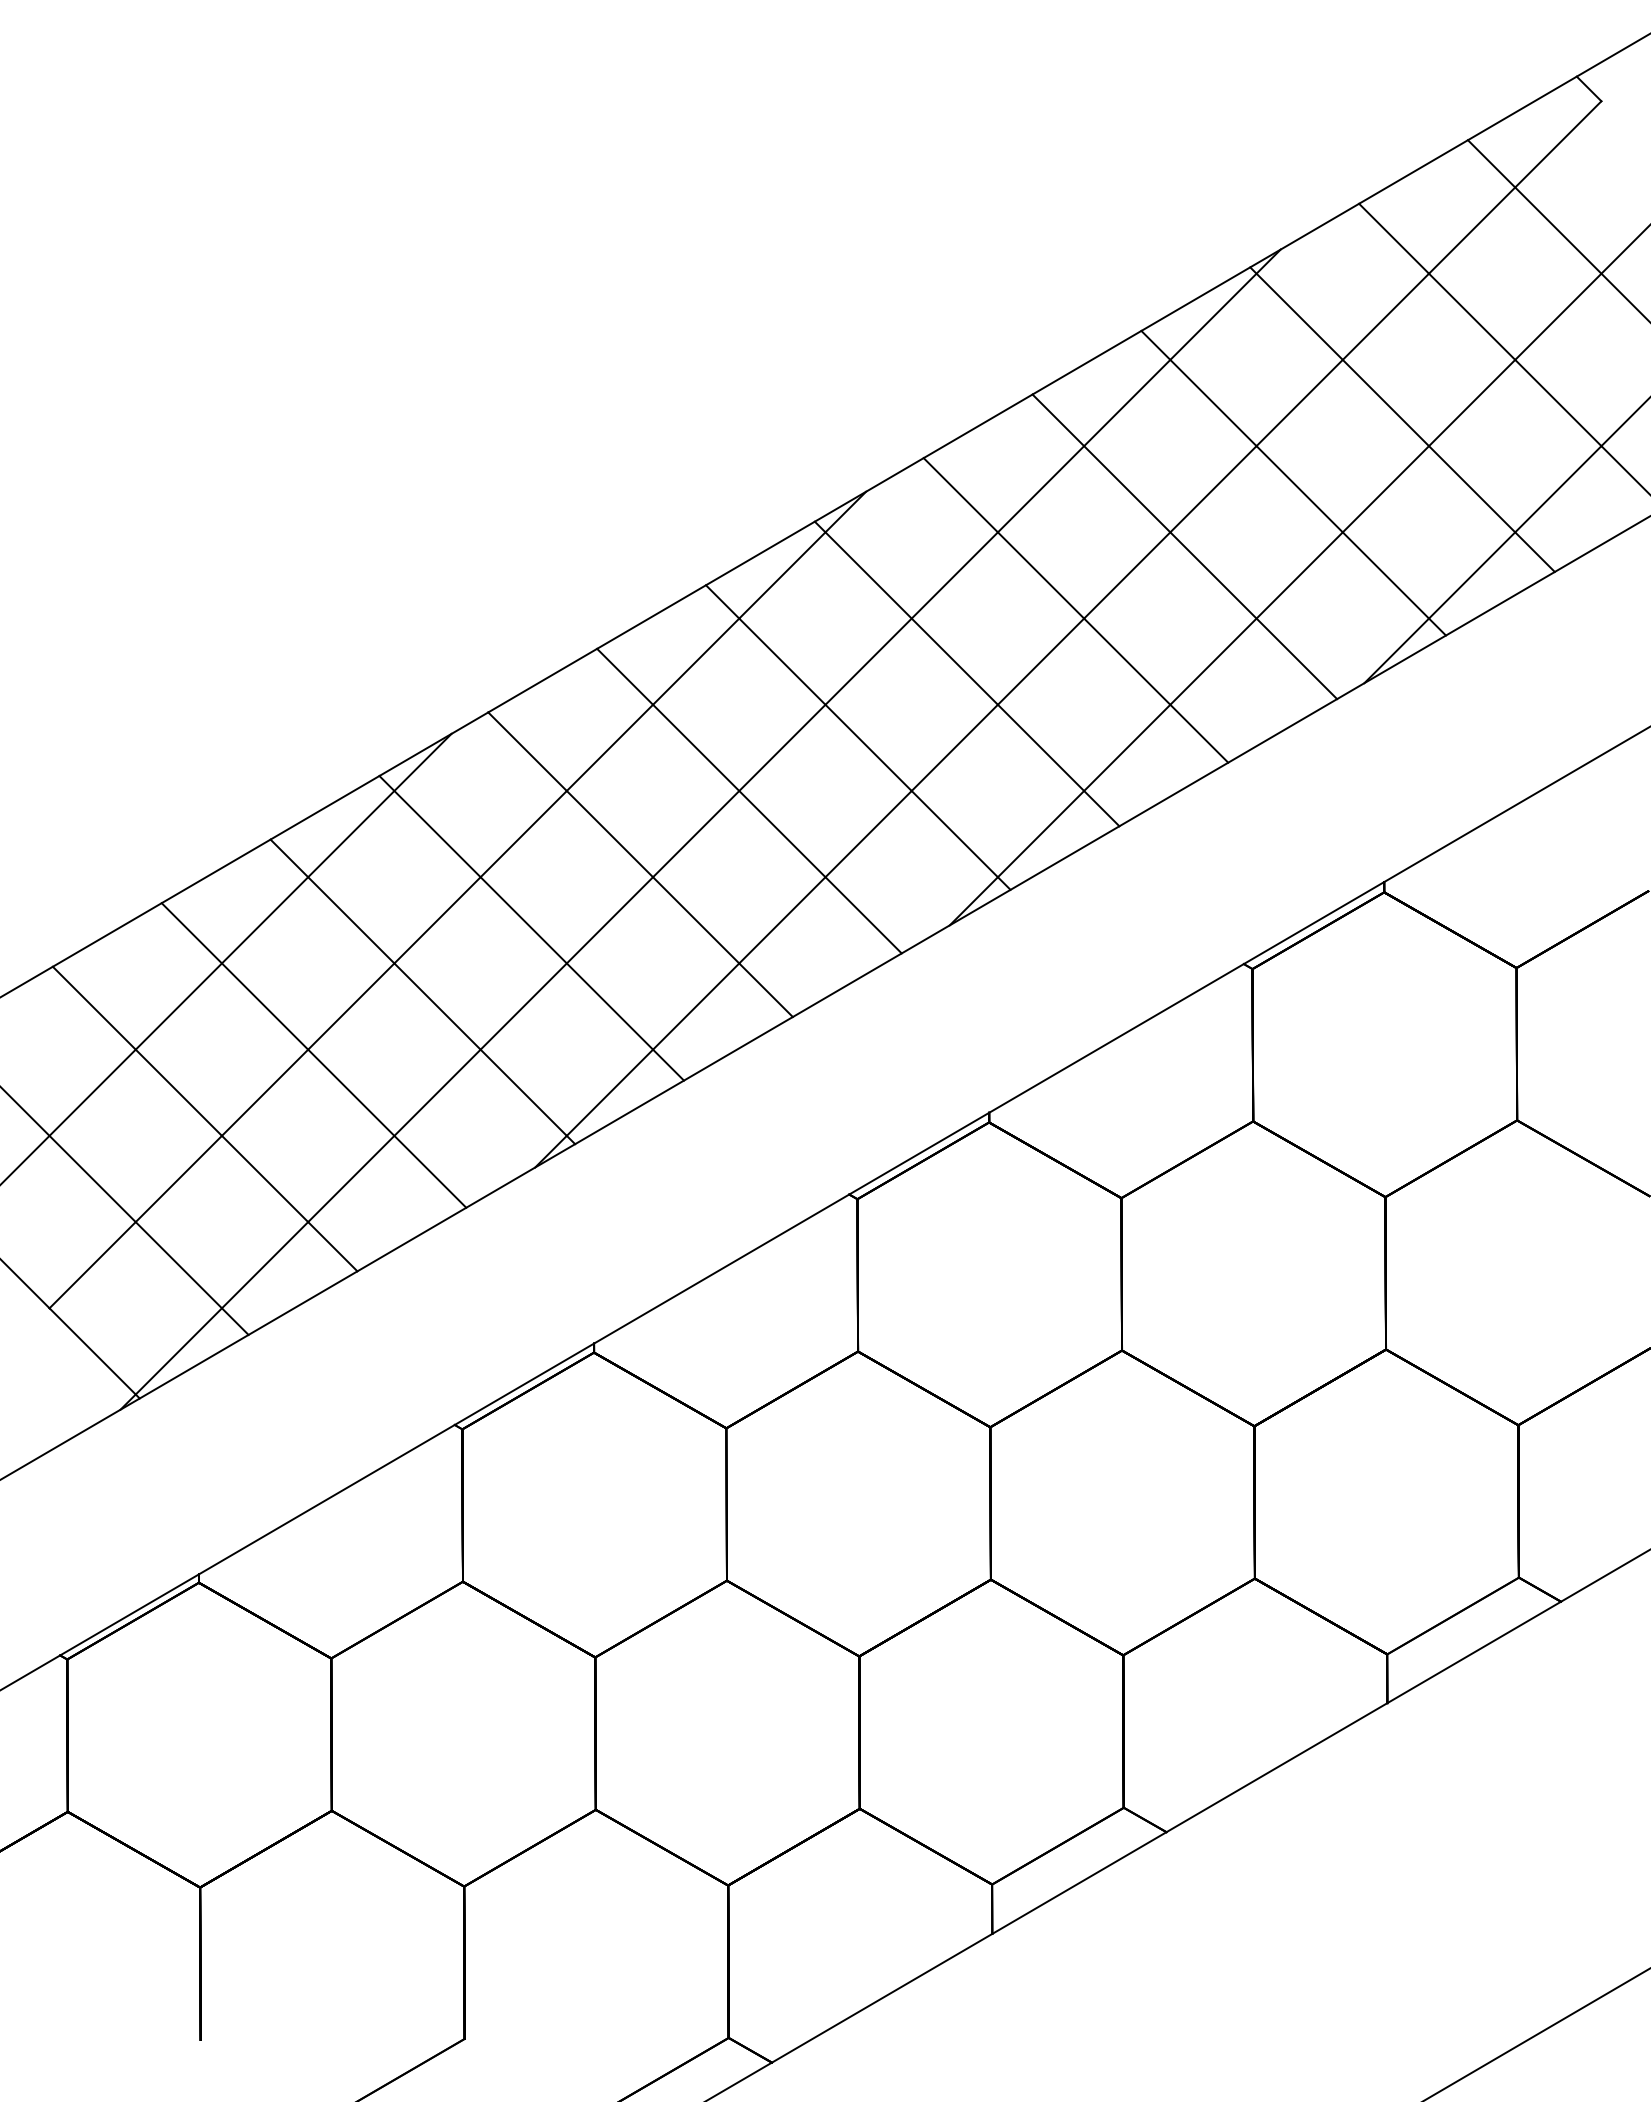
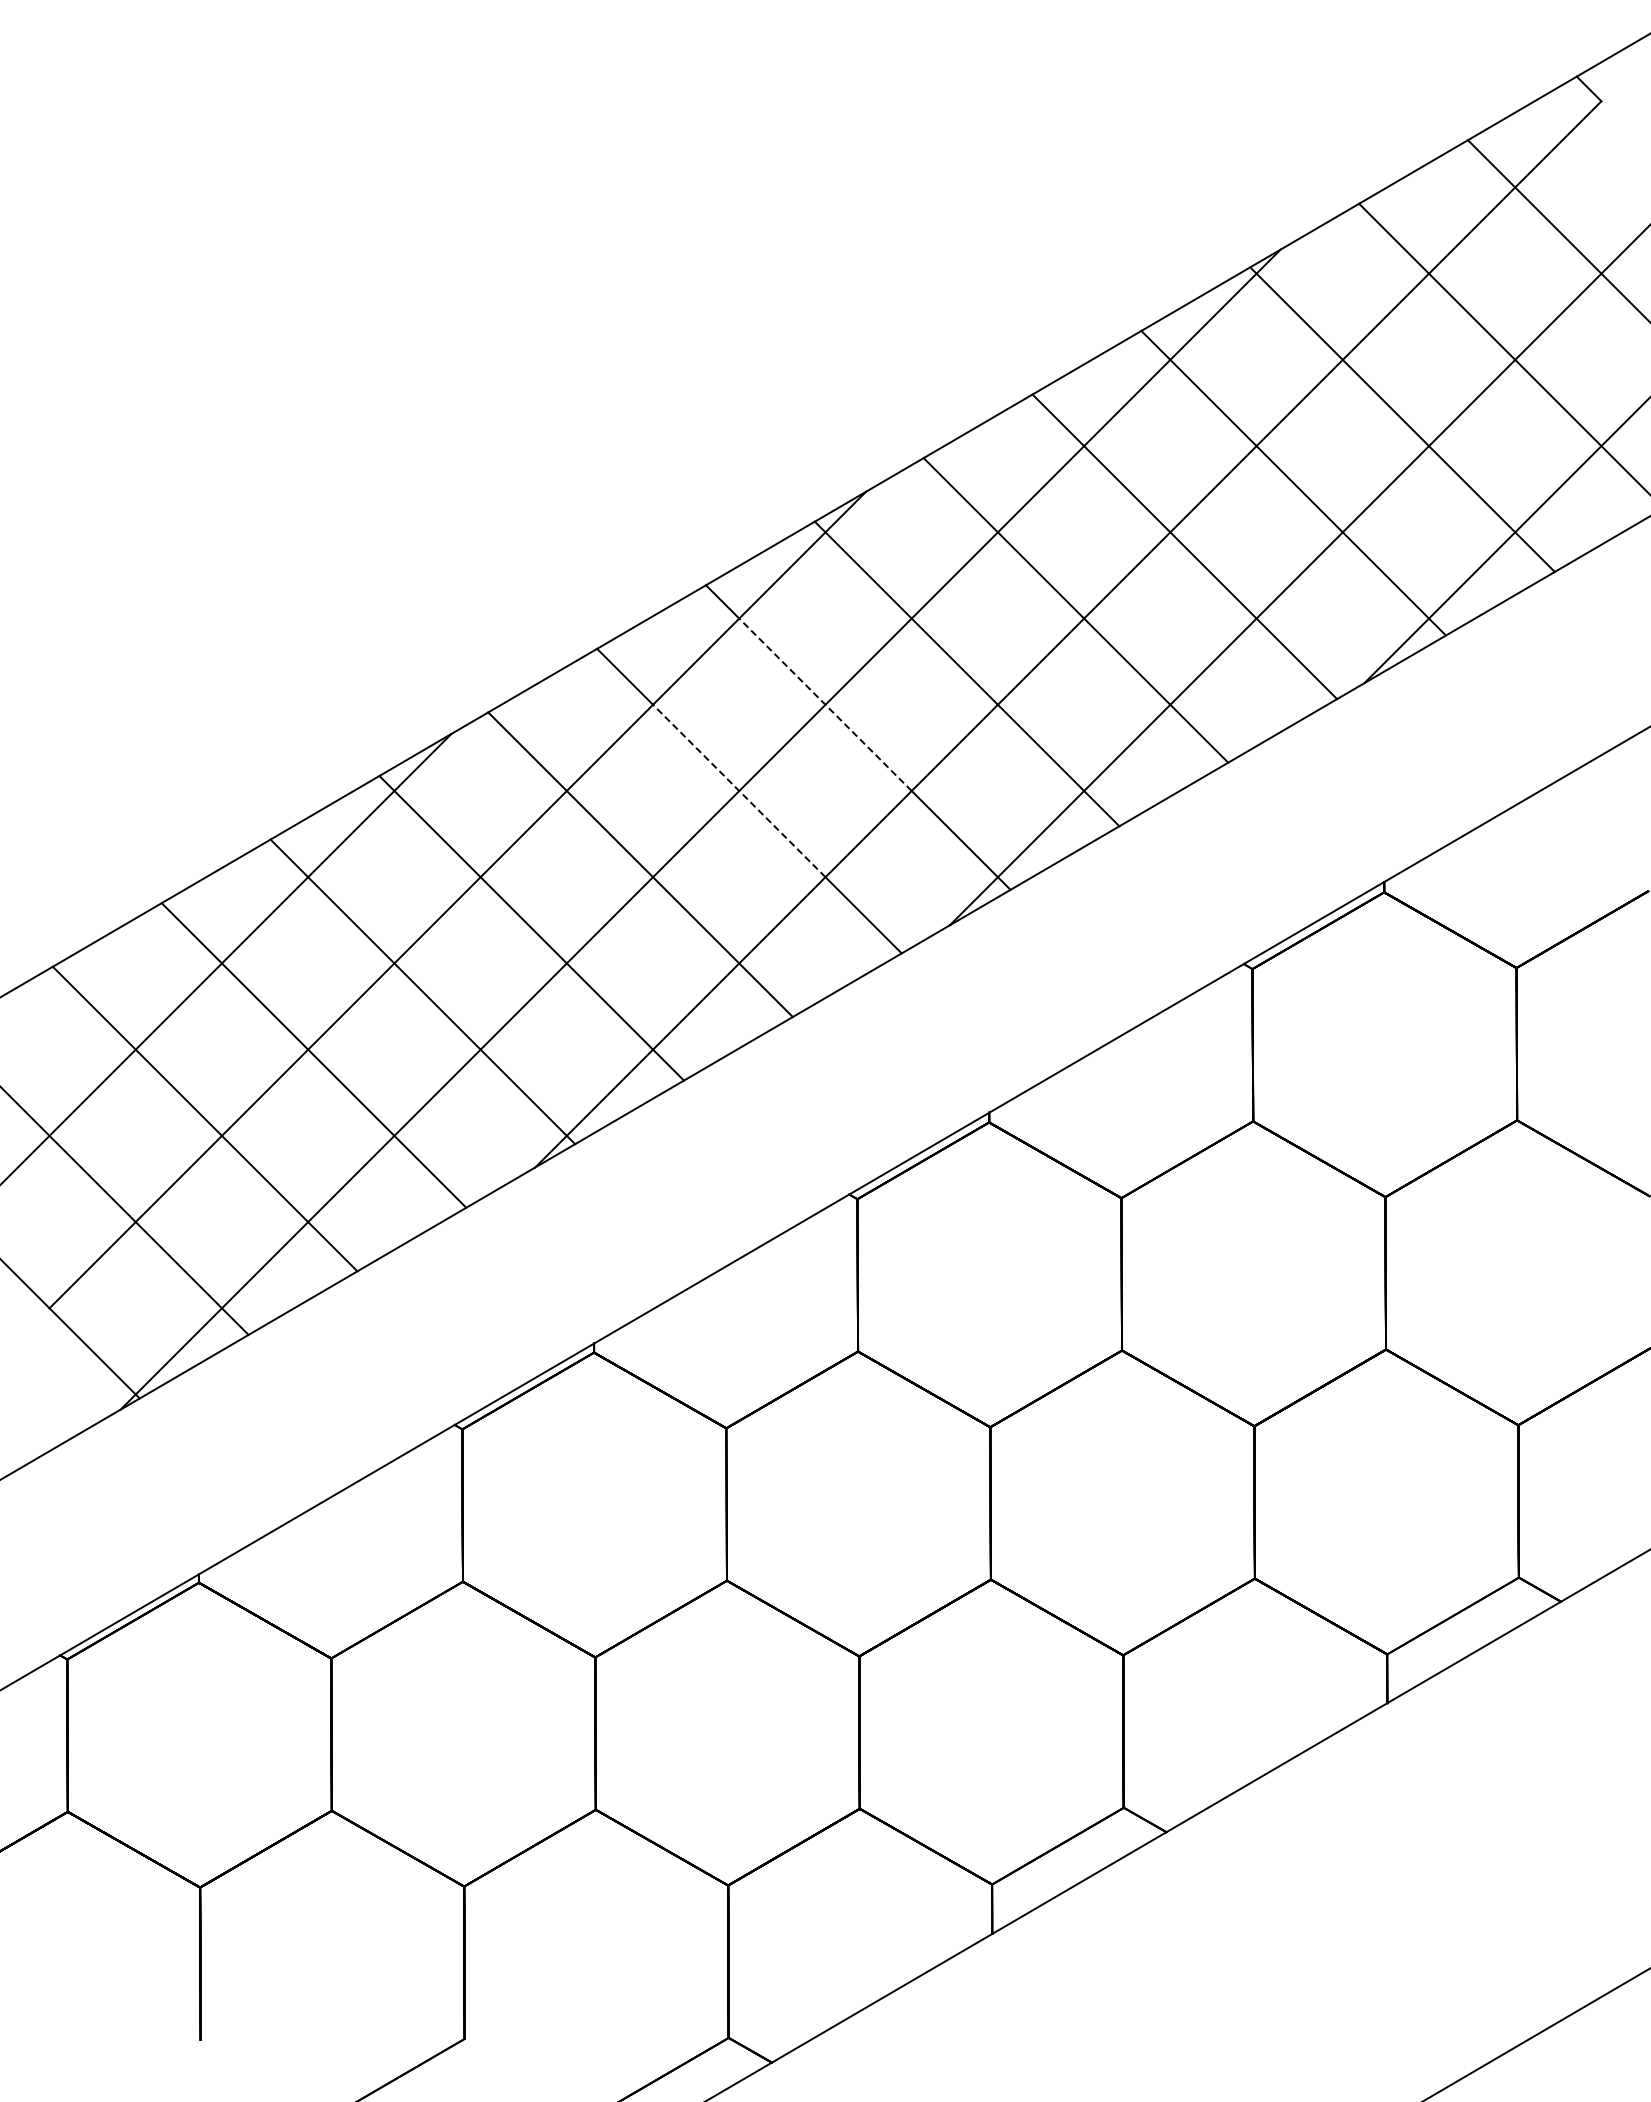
line at (825, 704): solid -> dashed
line at (739, 791): solid -> dashed
